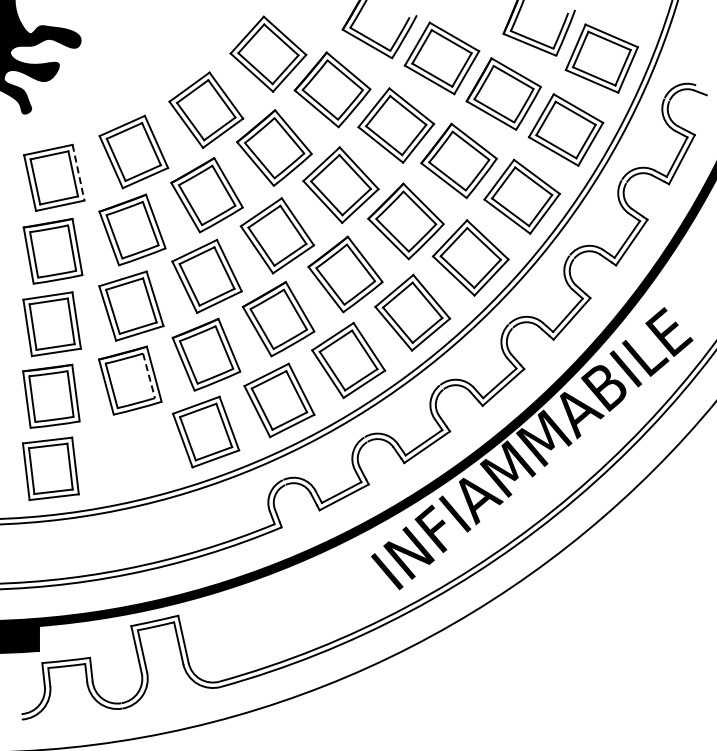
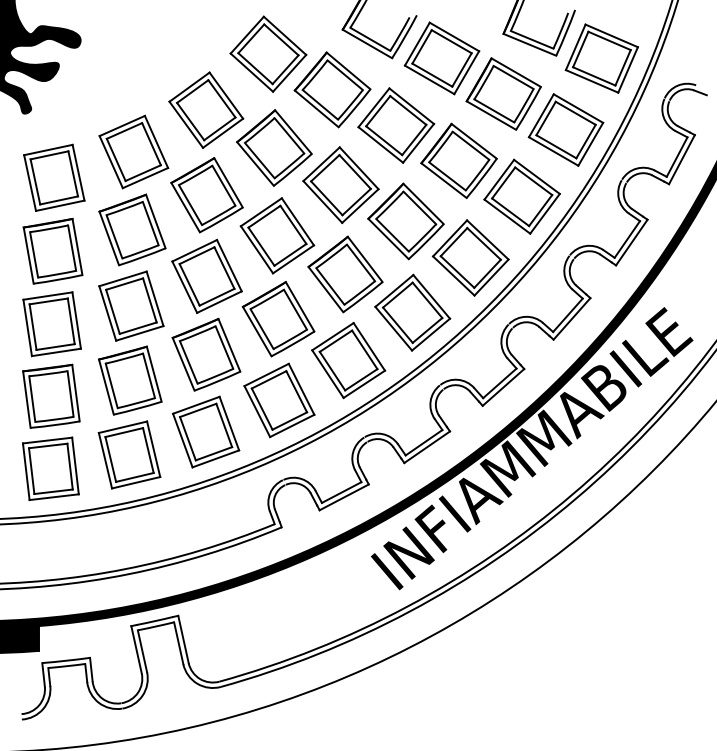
line at (78, 172): dashed -> solid
line at (149, 376): dashed -> solid
part at (129, 454): none -> present
